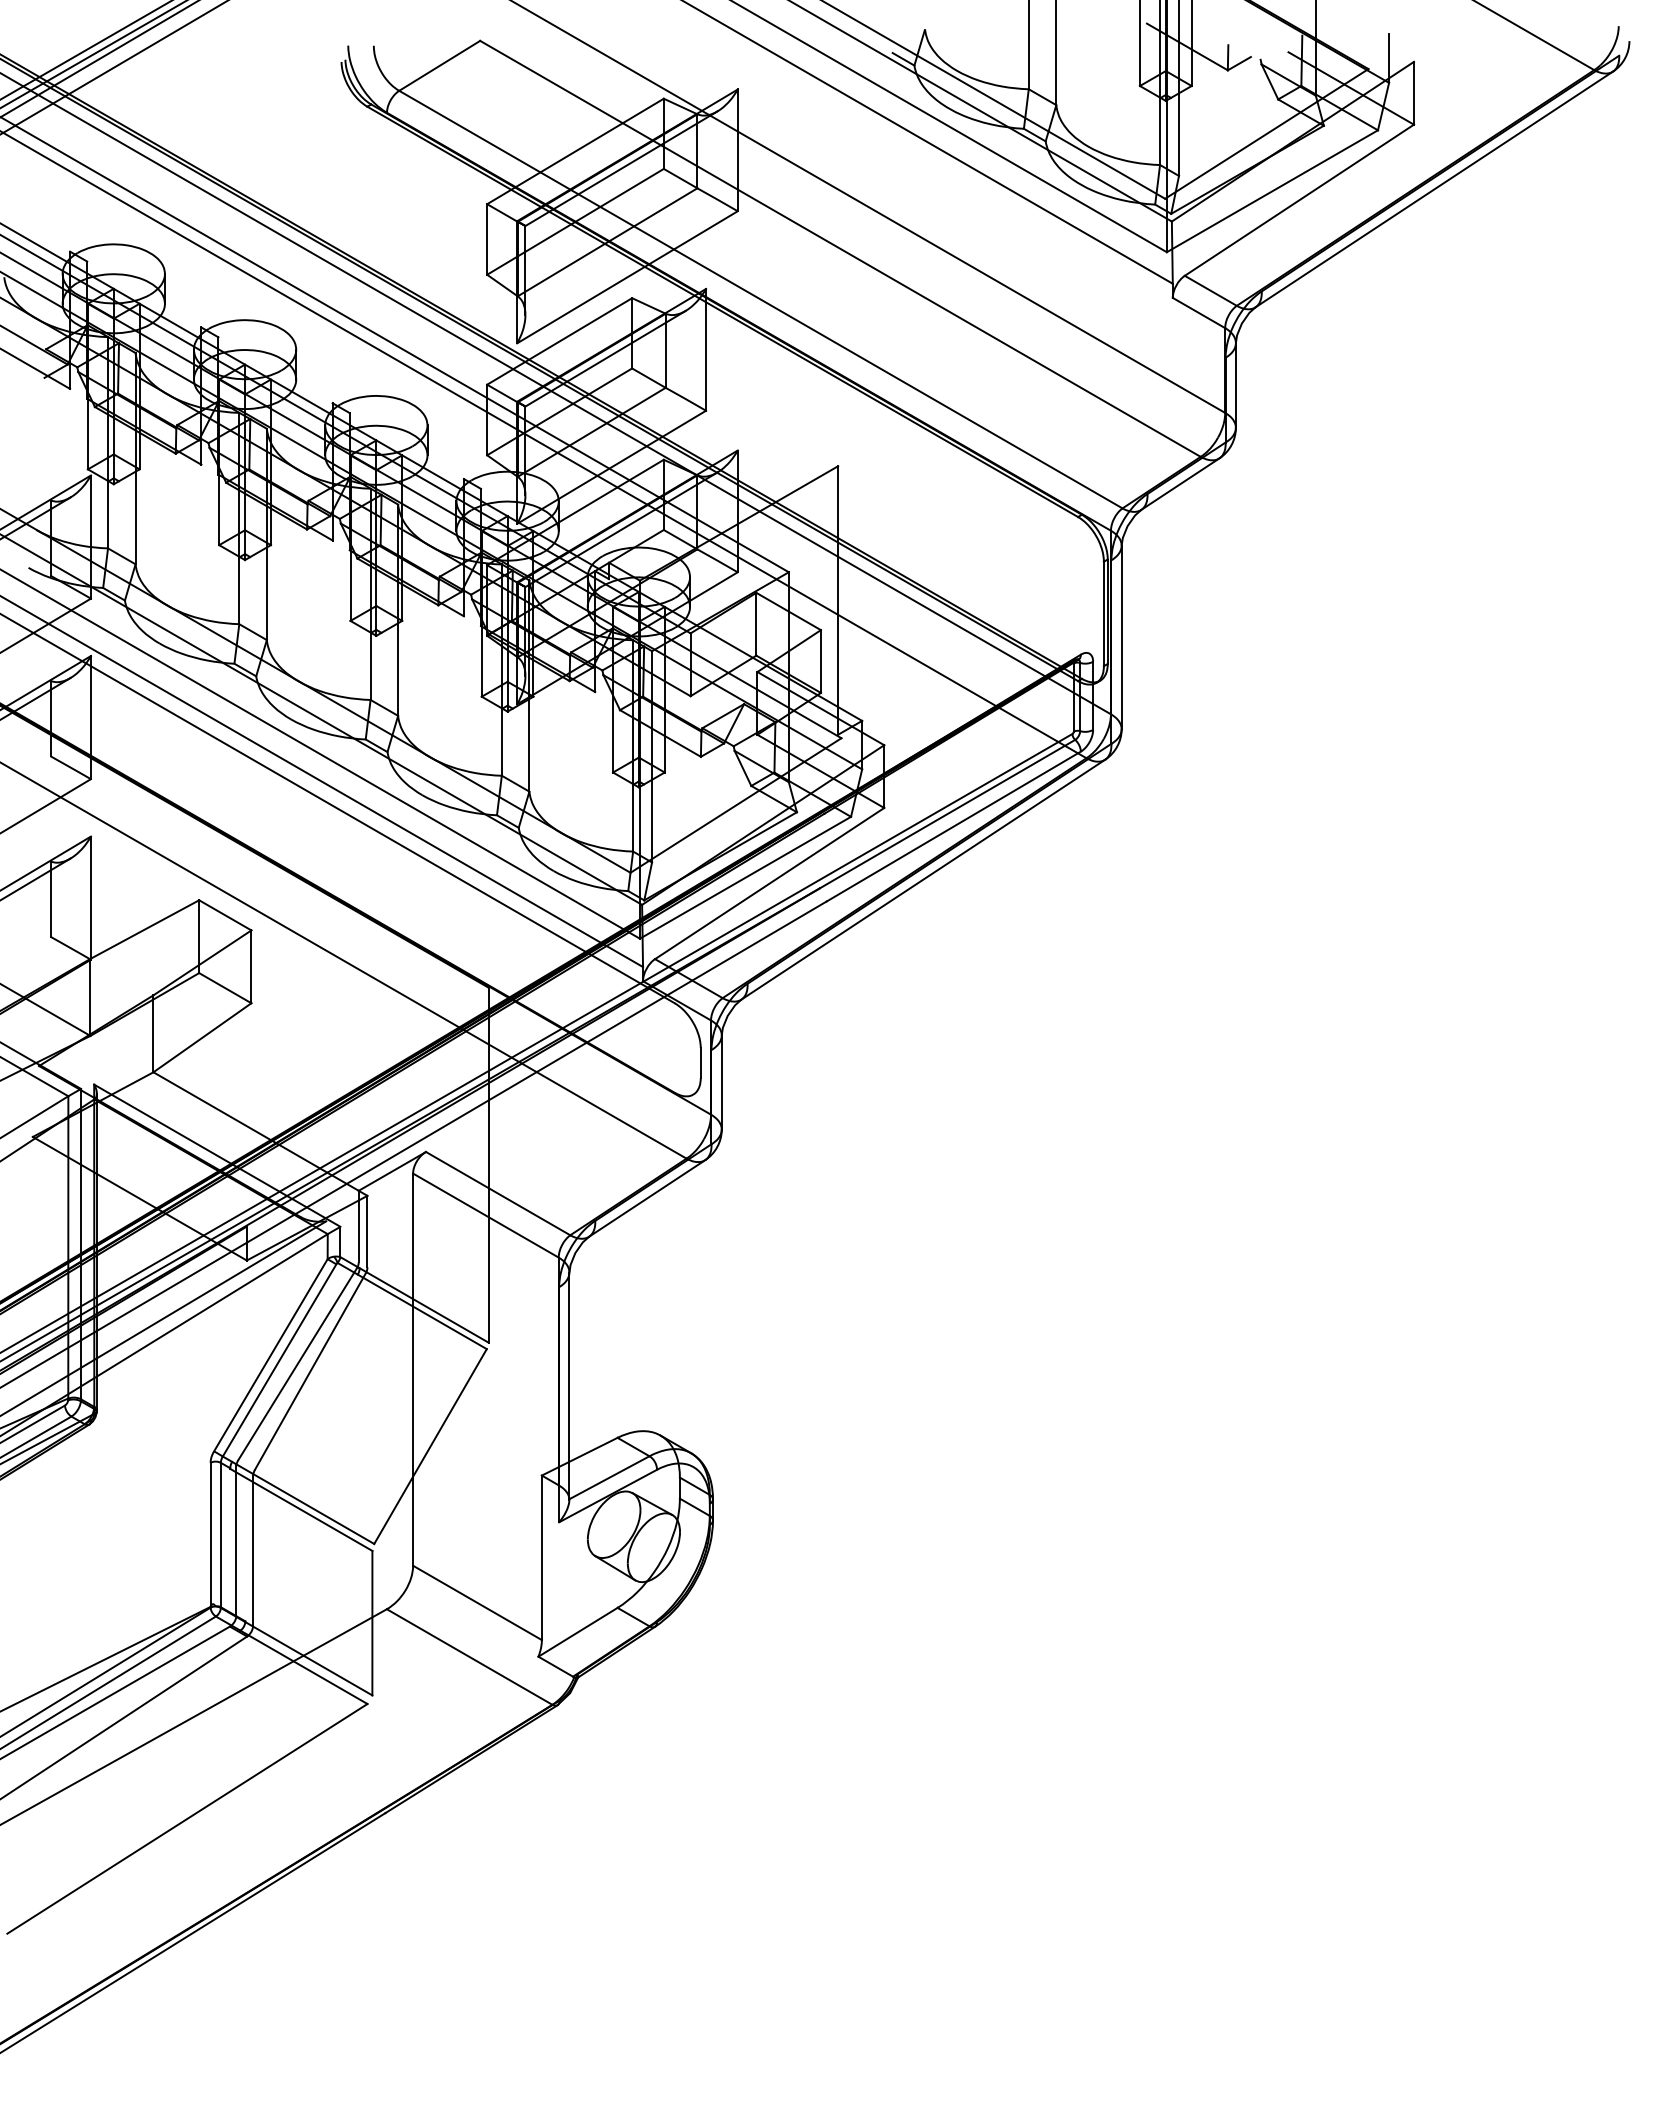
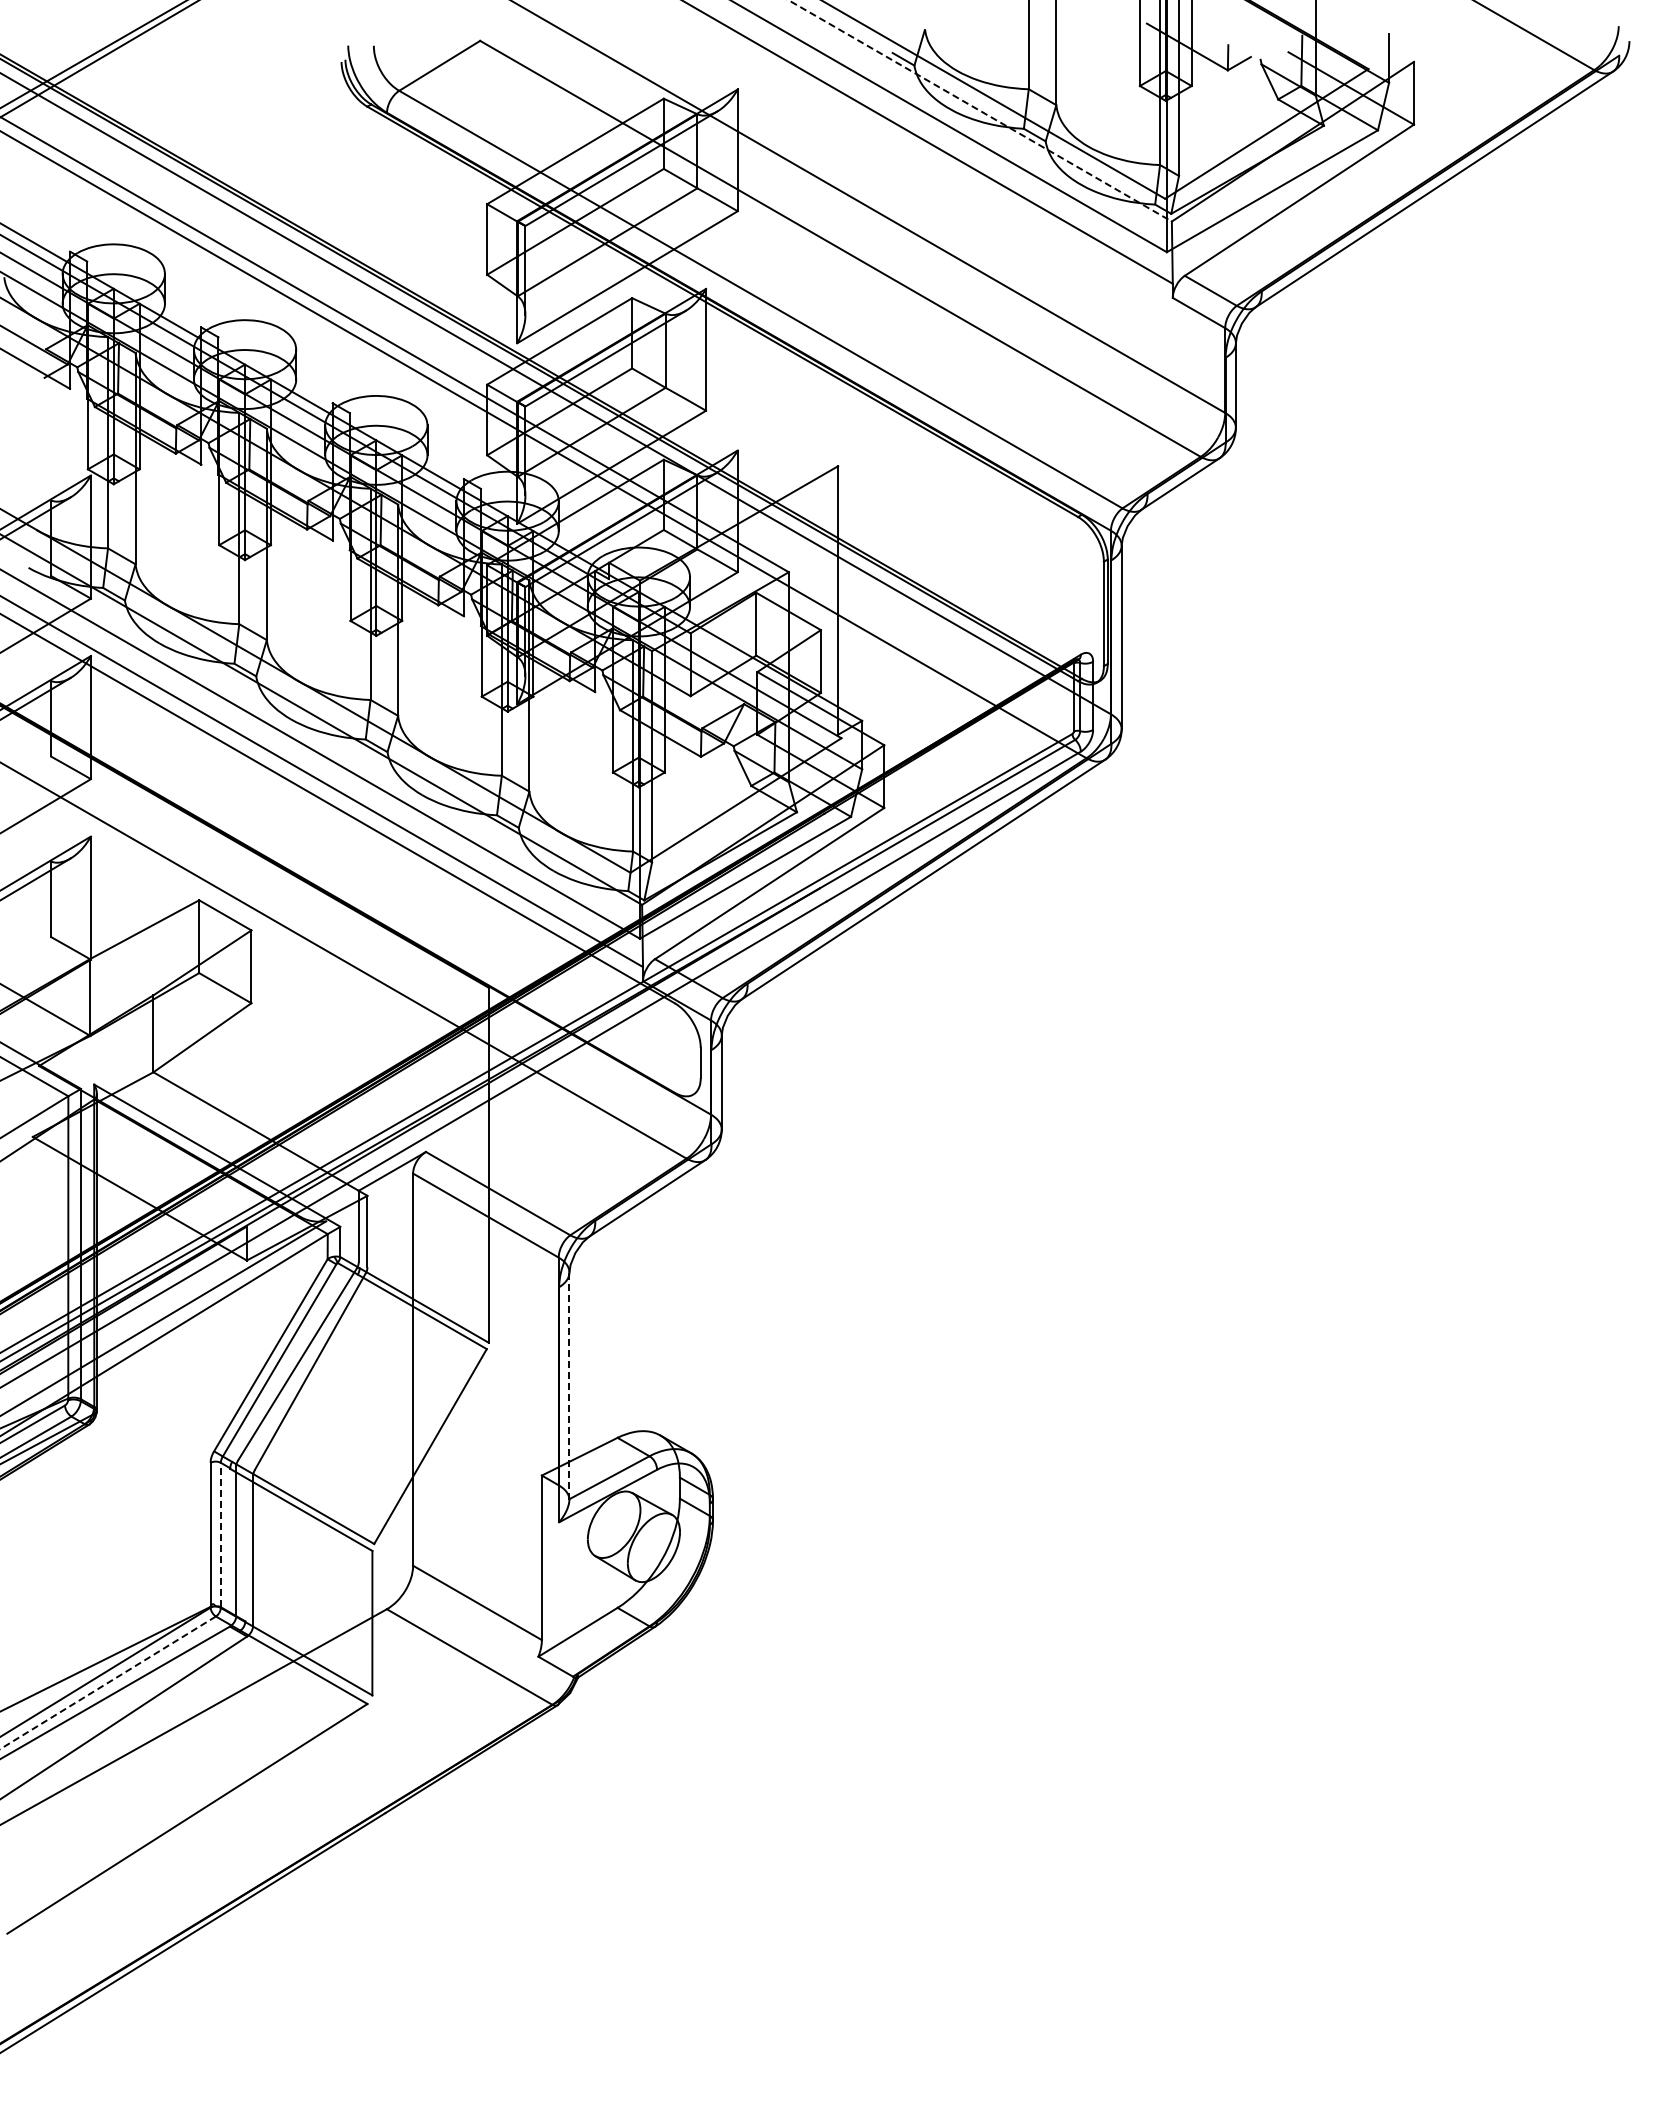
line at (85, 50): present -> none
line at (113, 67): present -> none
line at (980, 111): solid -> dashed
line at (569, 1386): solid -> dashed
line at (220, 1534): solid -> dashed
line at (107, 1683): solid -> dashed
